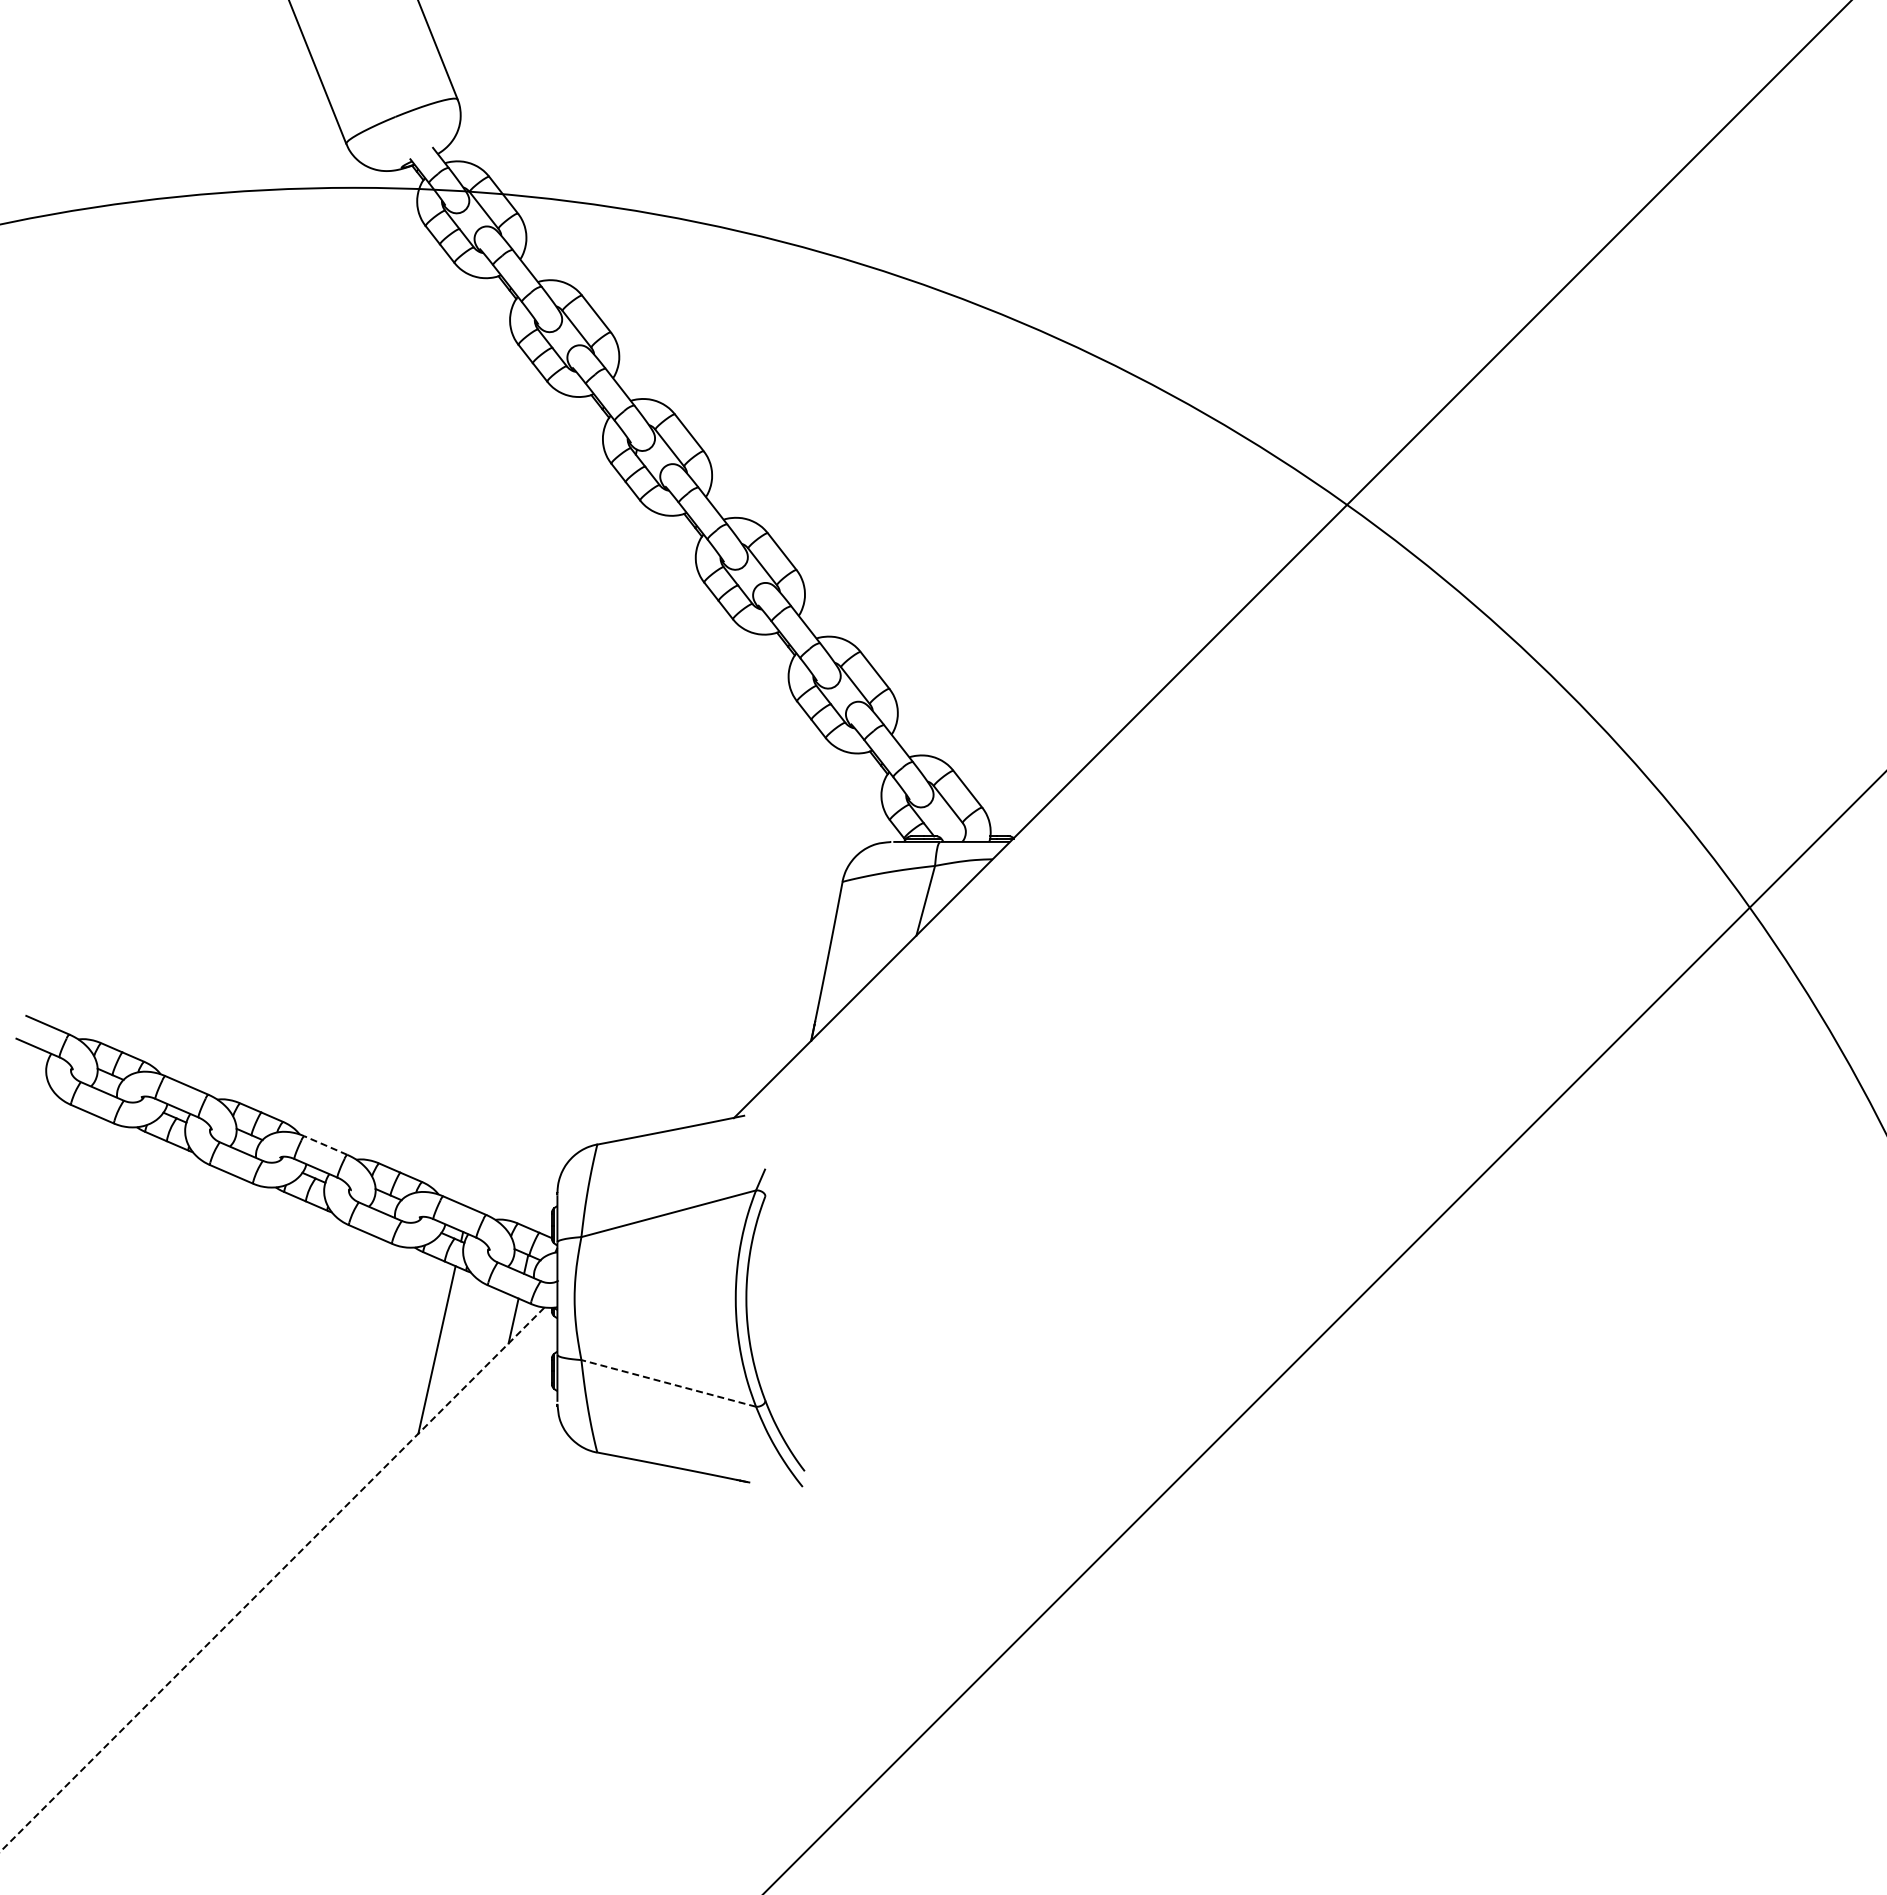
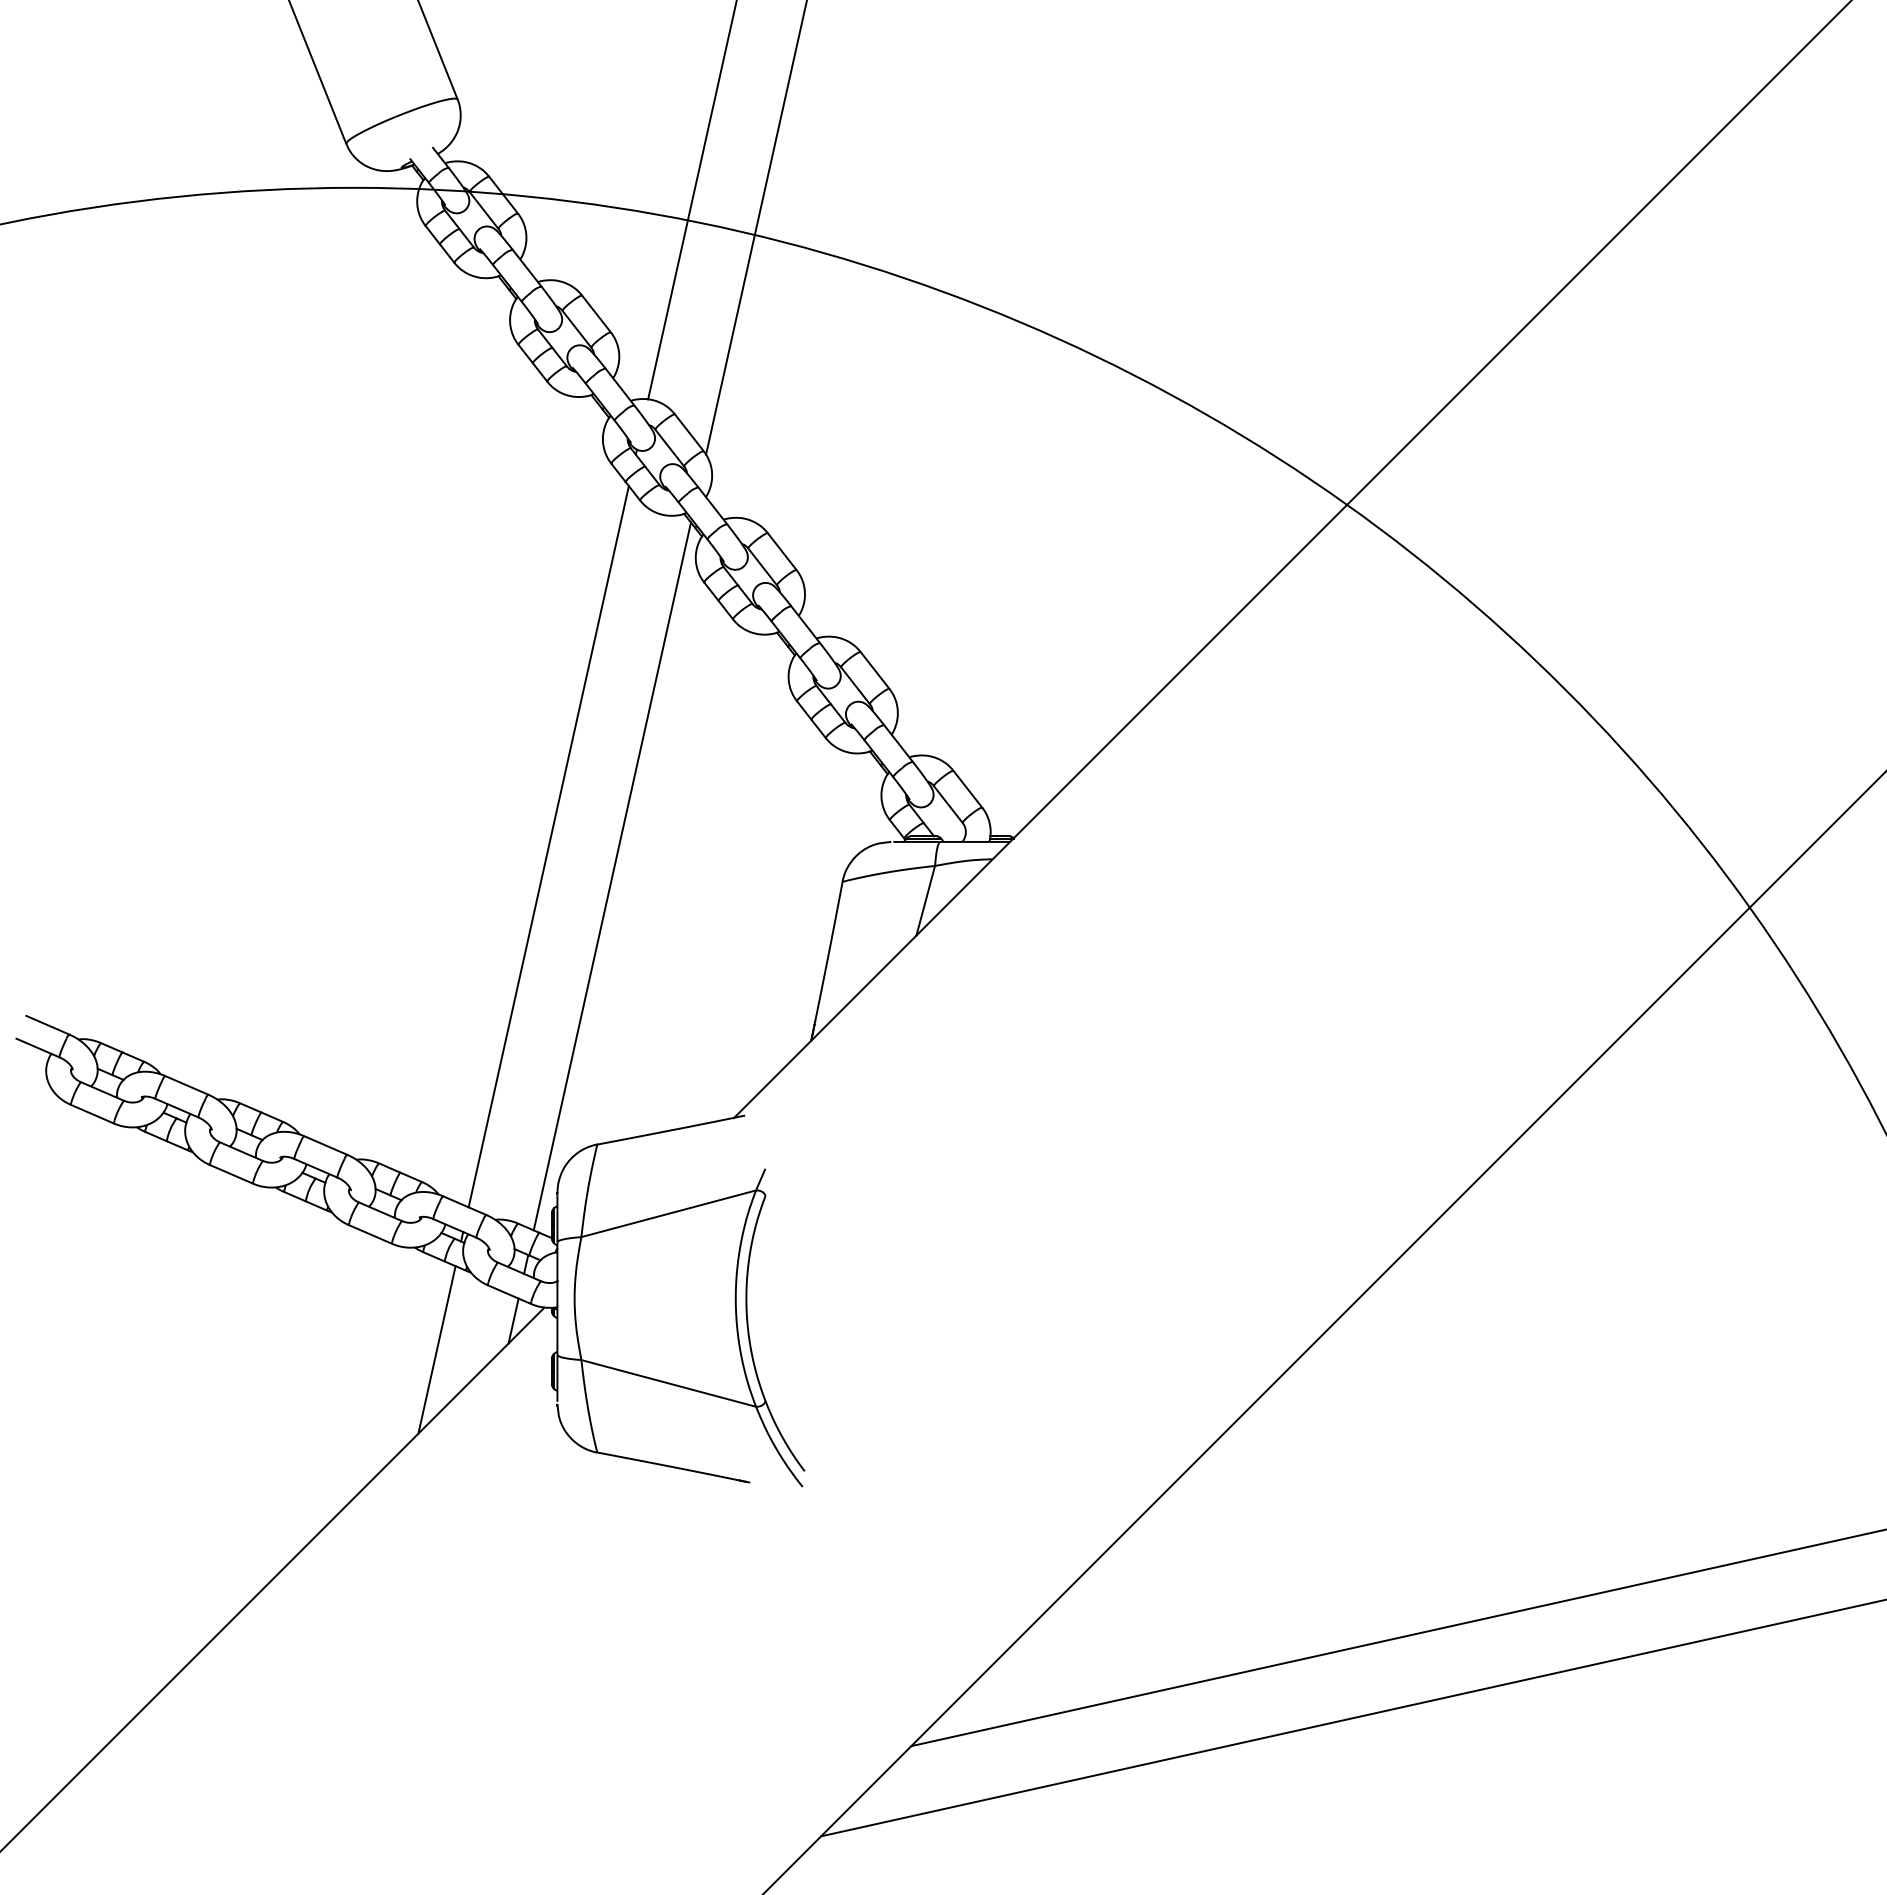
line at (692, 200): none -> present
line at (756, 228): none -> present
line at (548, 846): none -> present
line at (611, 876): none -> present
line at (325, 1145): dashed -> solid
line at (668, 1383): dashed -> solid
line at (272, 1579): dashed -> solid
line at (1397, 1638): none -> present
line at (1352, 1718): none -> present
